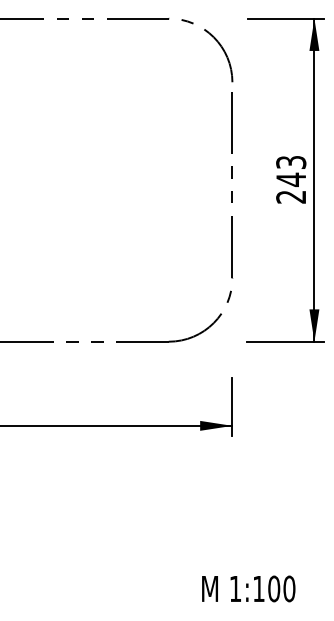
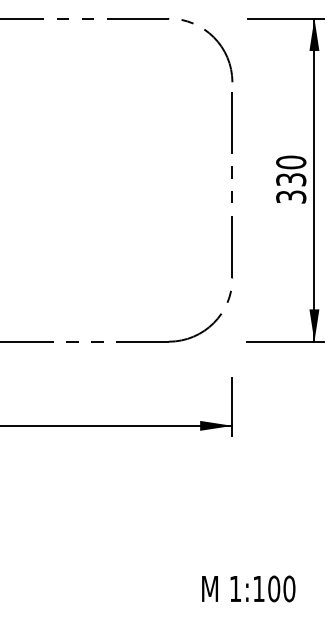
text at (291, 179): 243 -> 330
